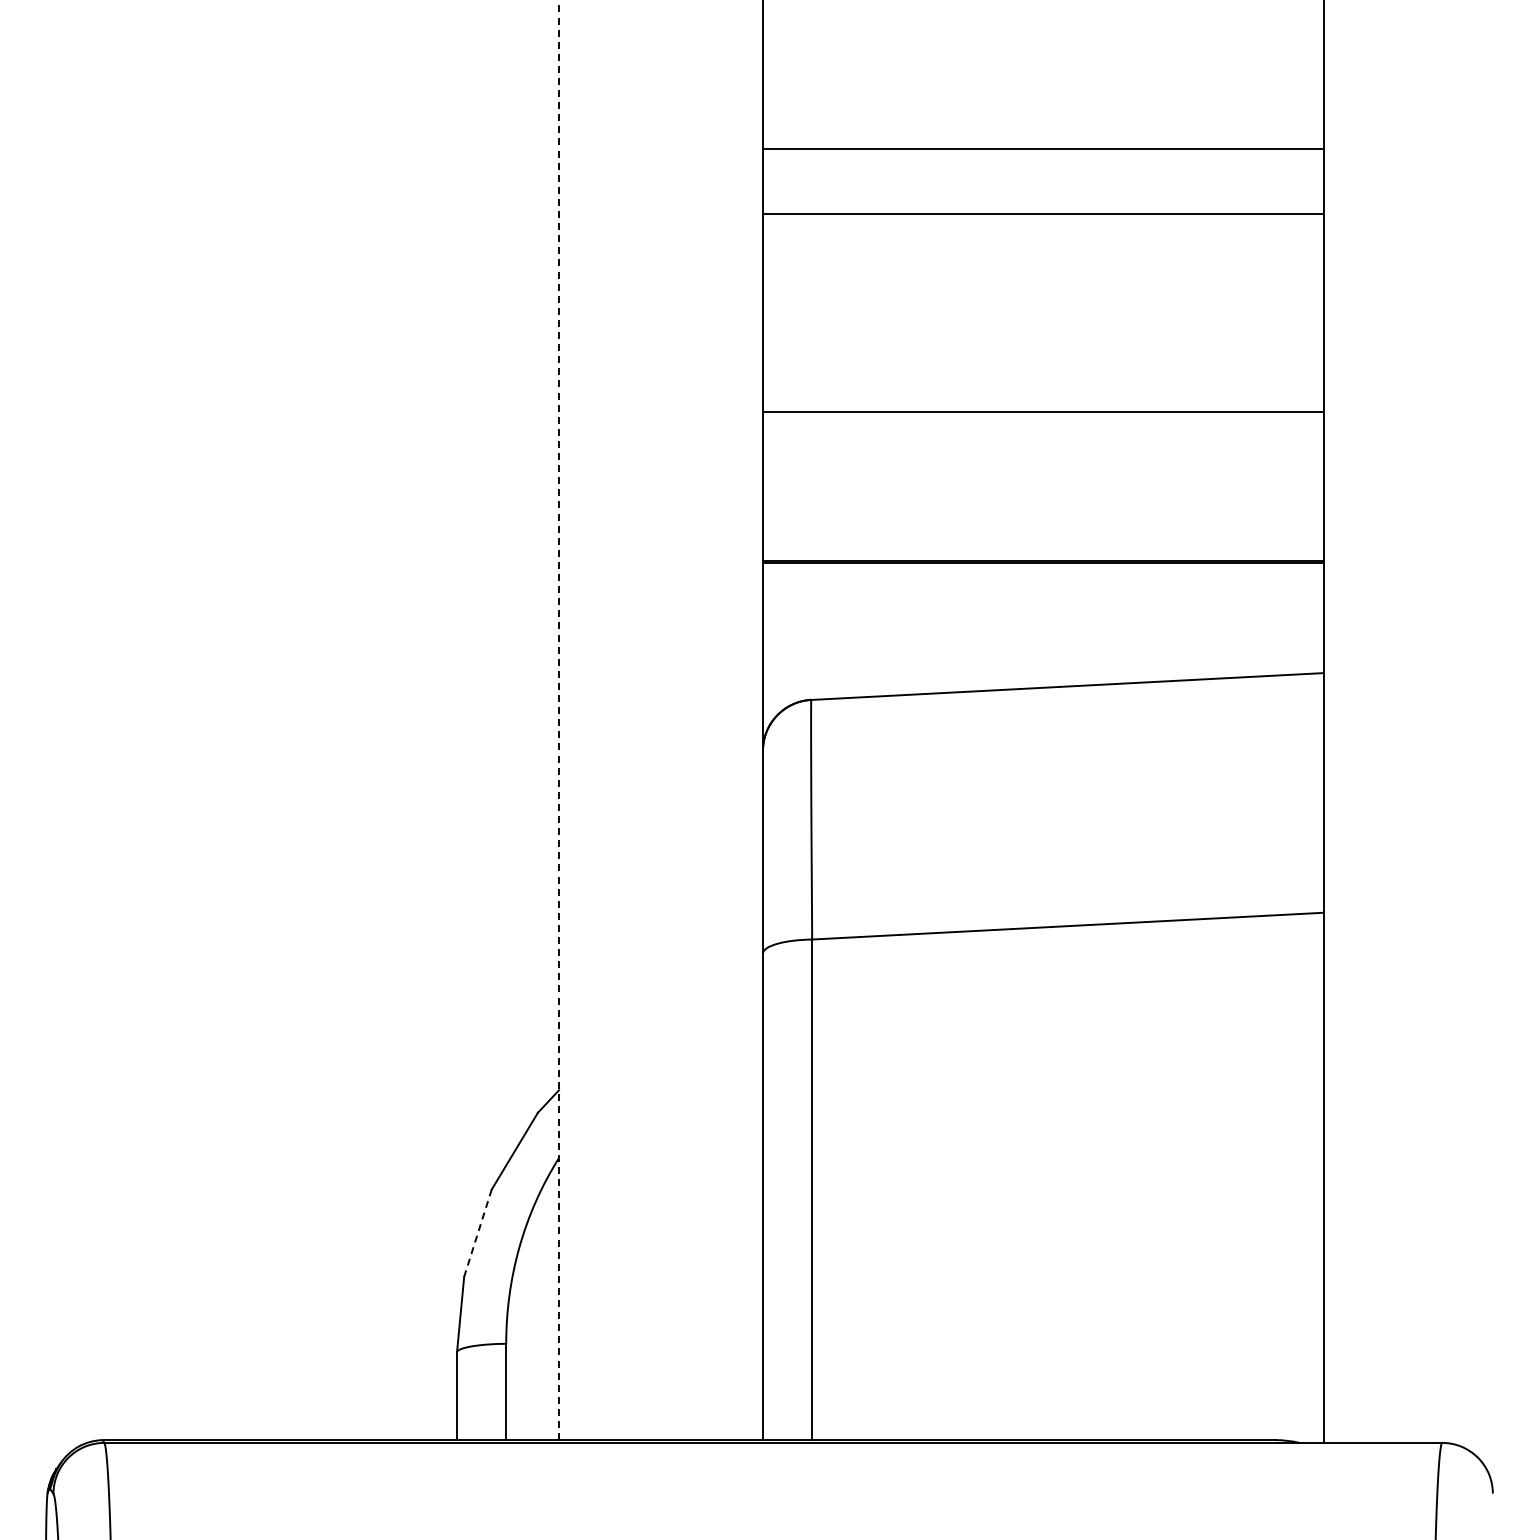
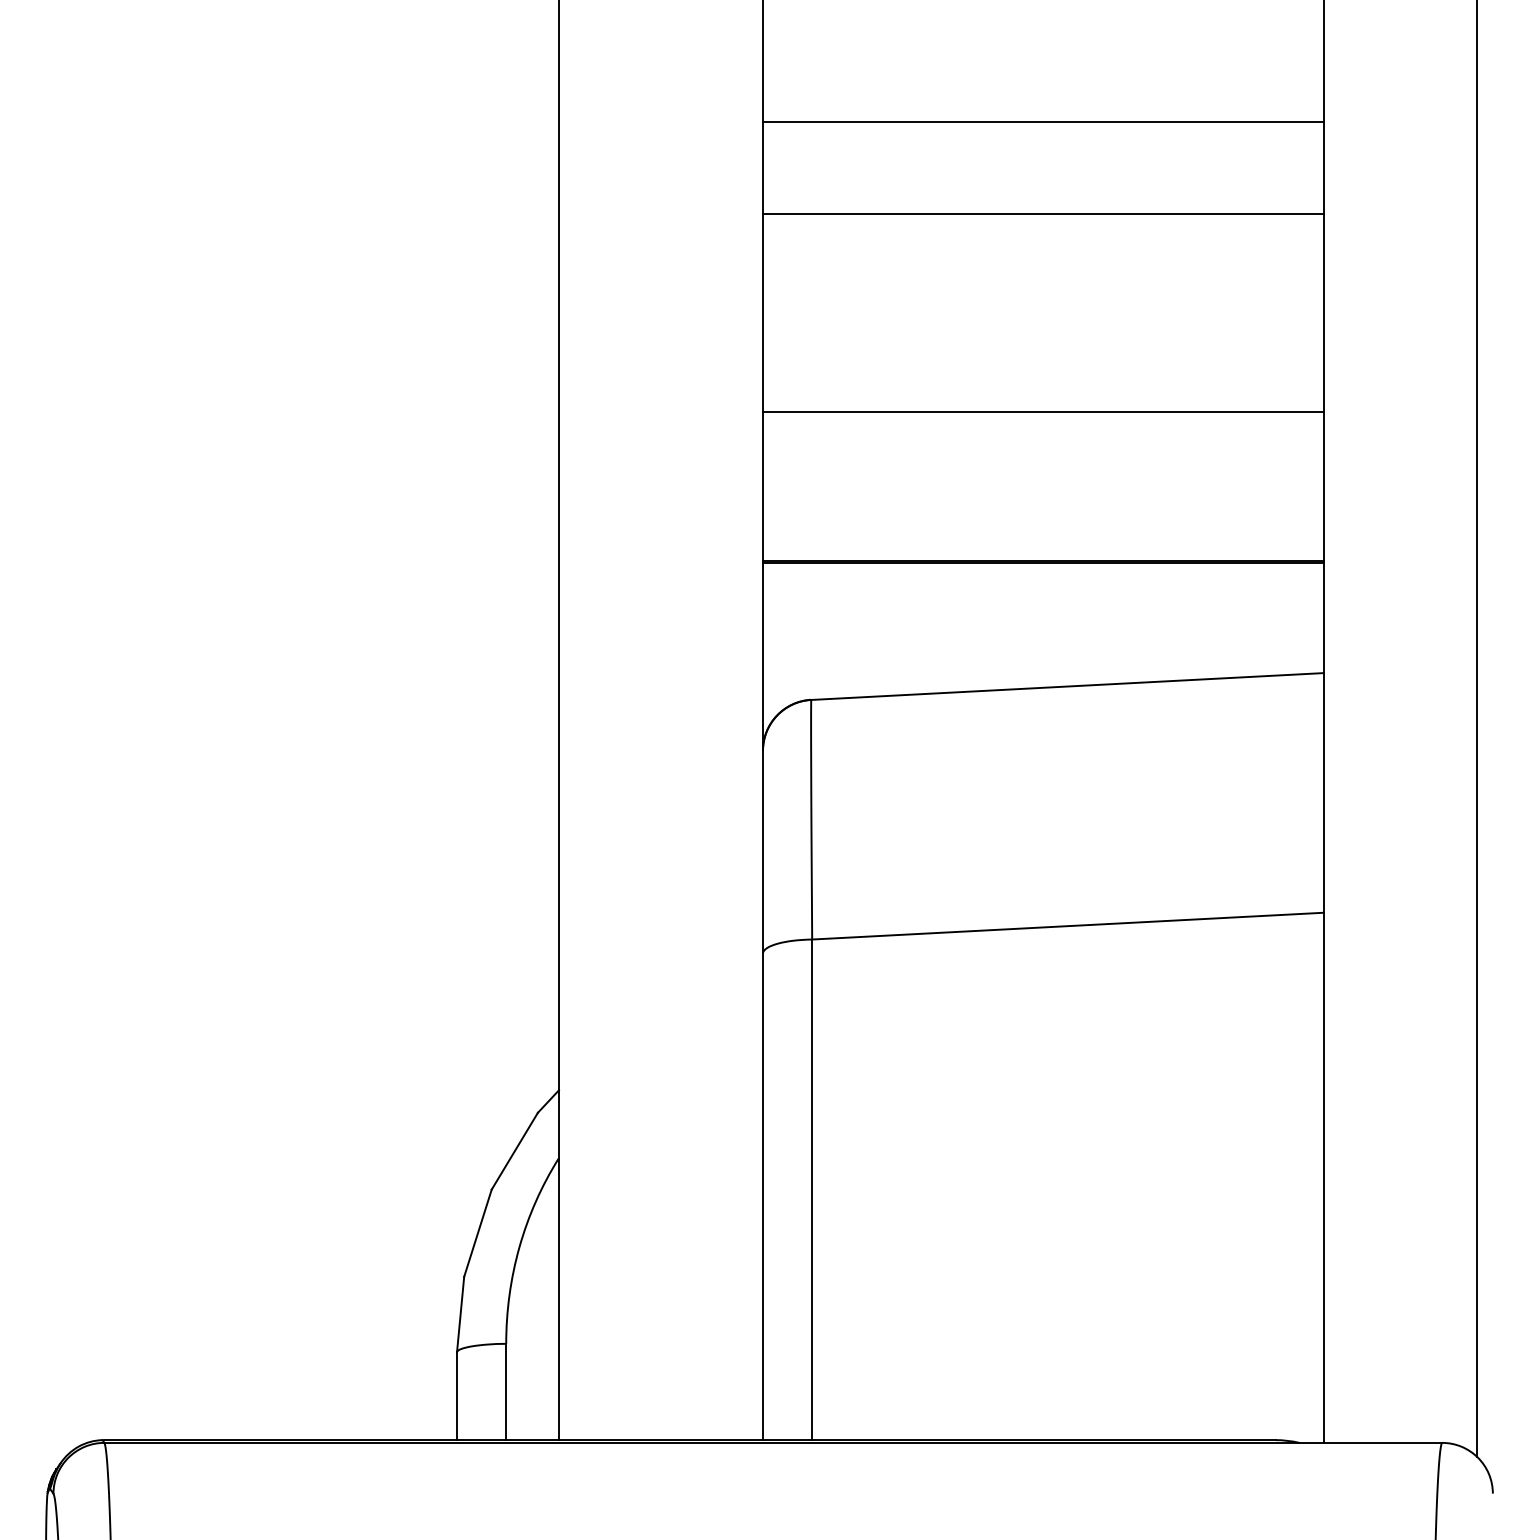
line at (1042, 149) position: (1042, 149) -> (1042, 122)
line at (559, 720): dashed -> solid
line at (1476, 729): none -> present
line at (477, 1233): dashed -> solid
